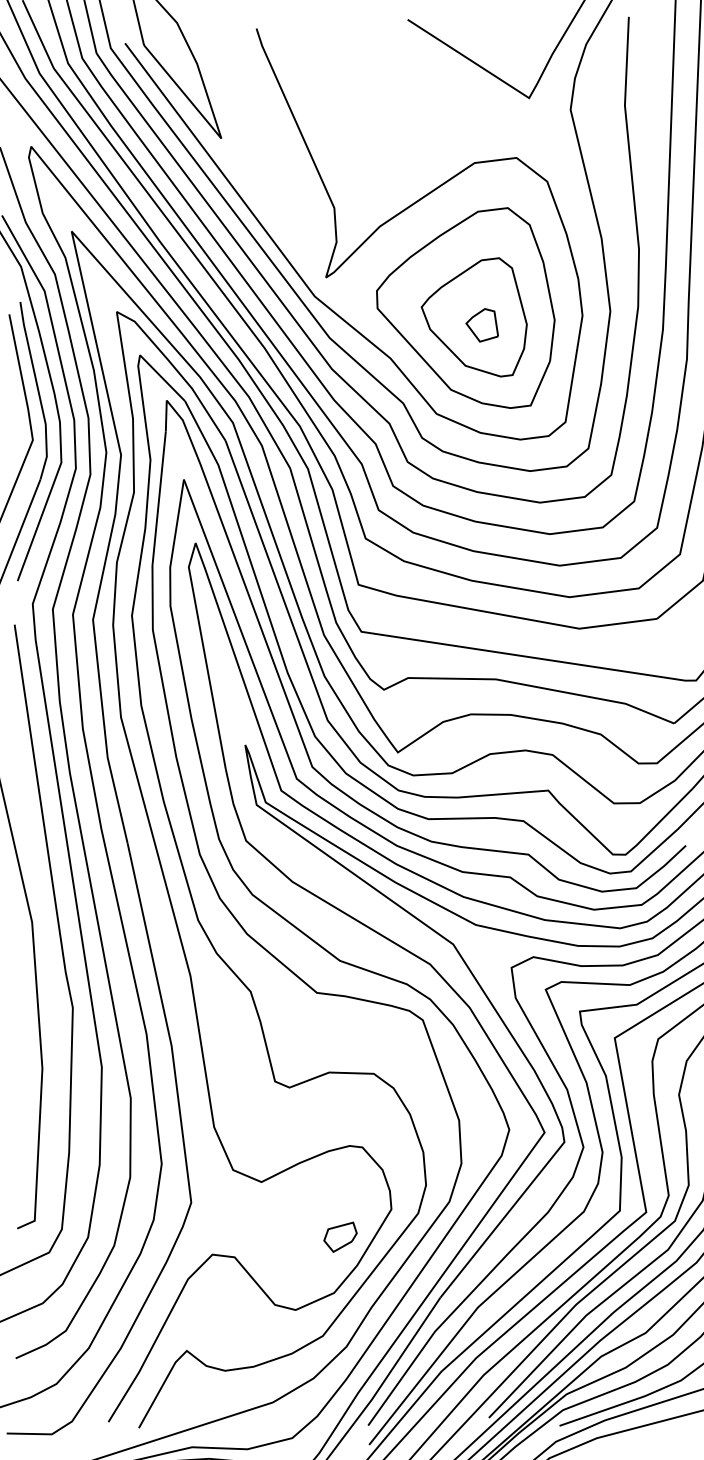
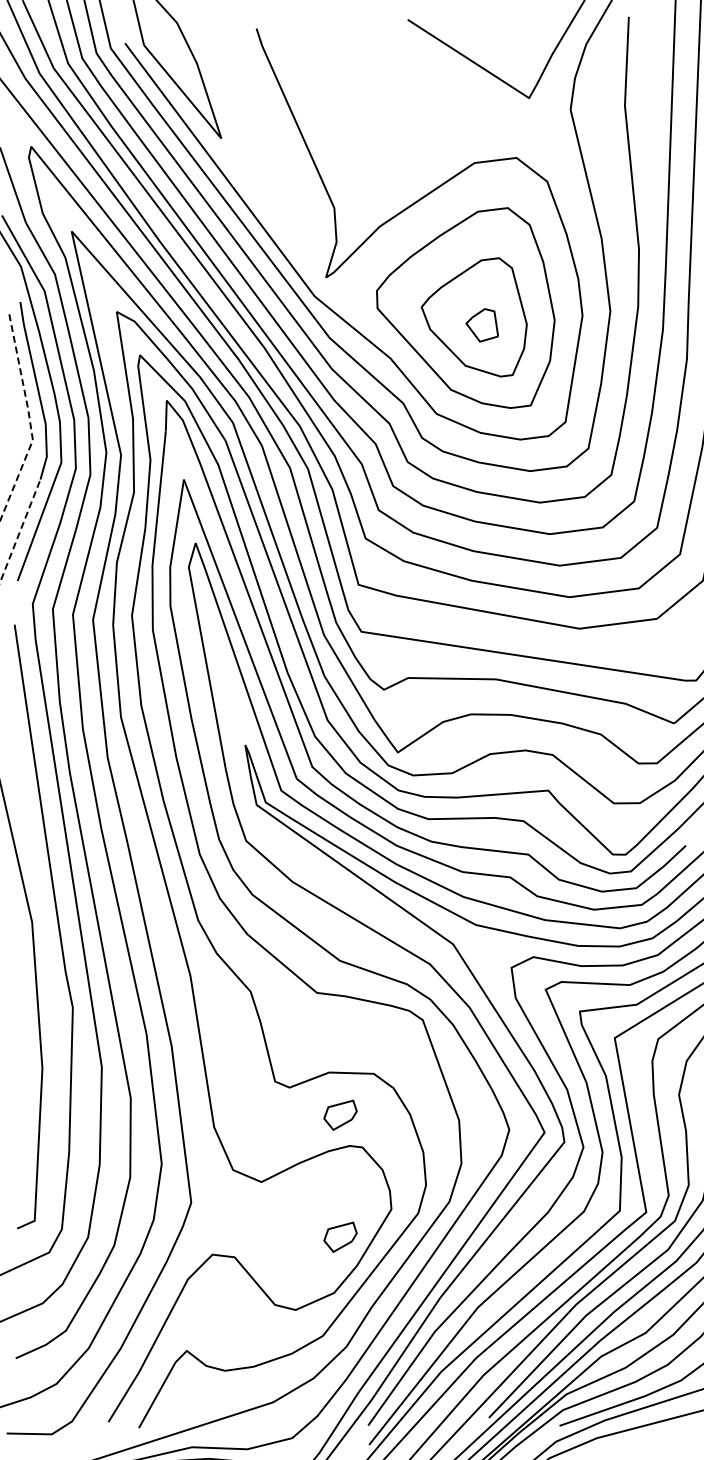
line at (29, 420): solid -> dashed
line at (20, 530): solid -> dashed
part at (340, 1114): none -> present
